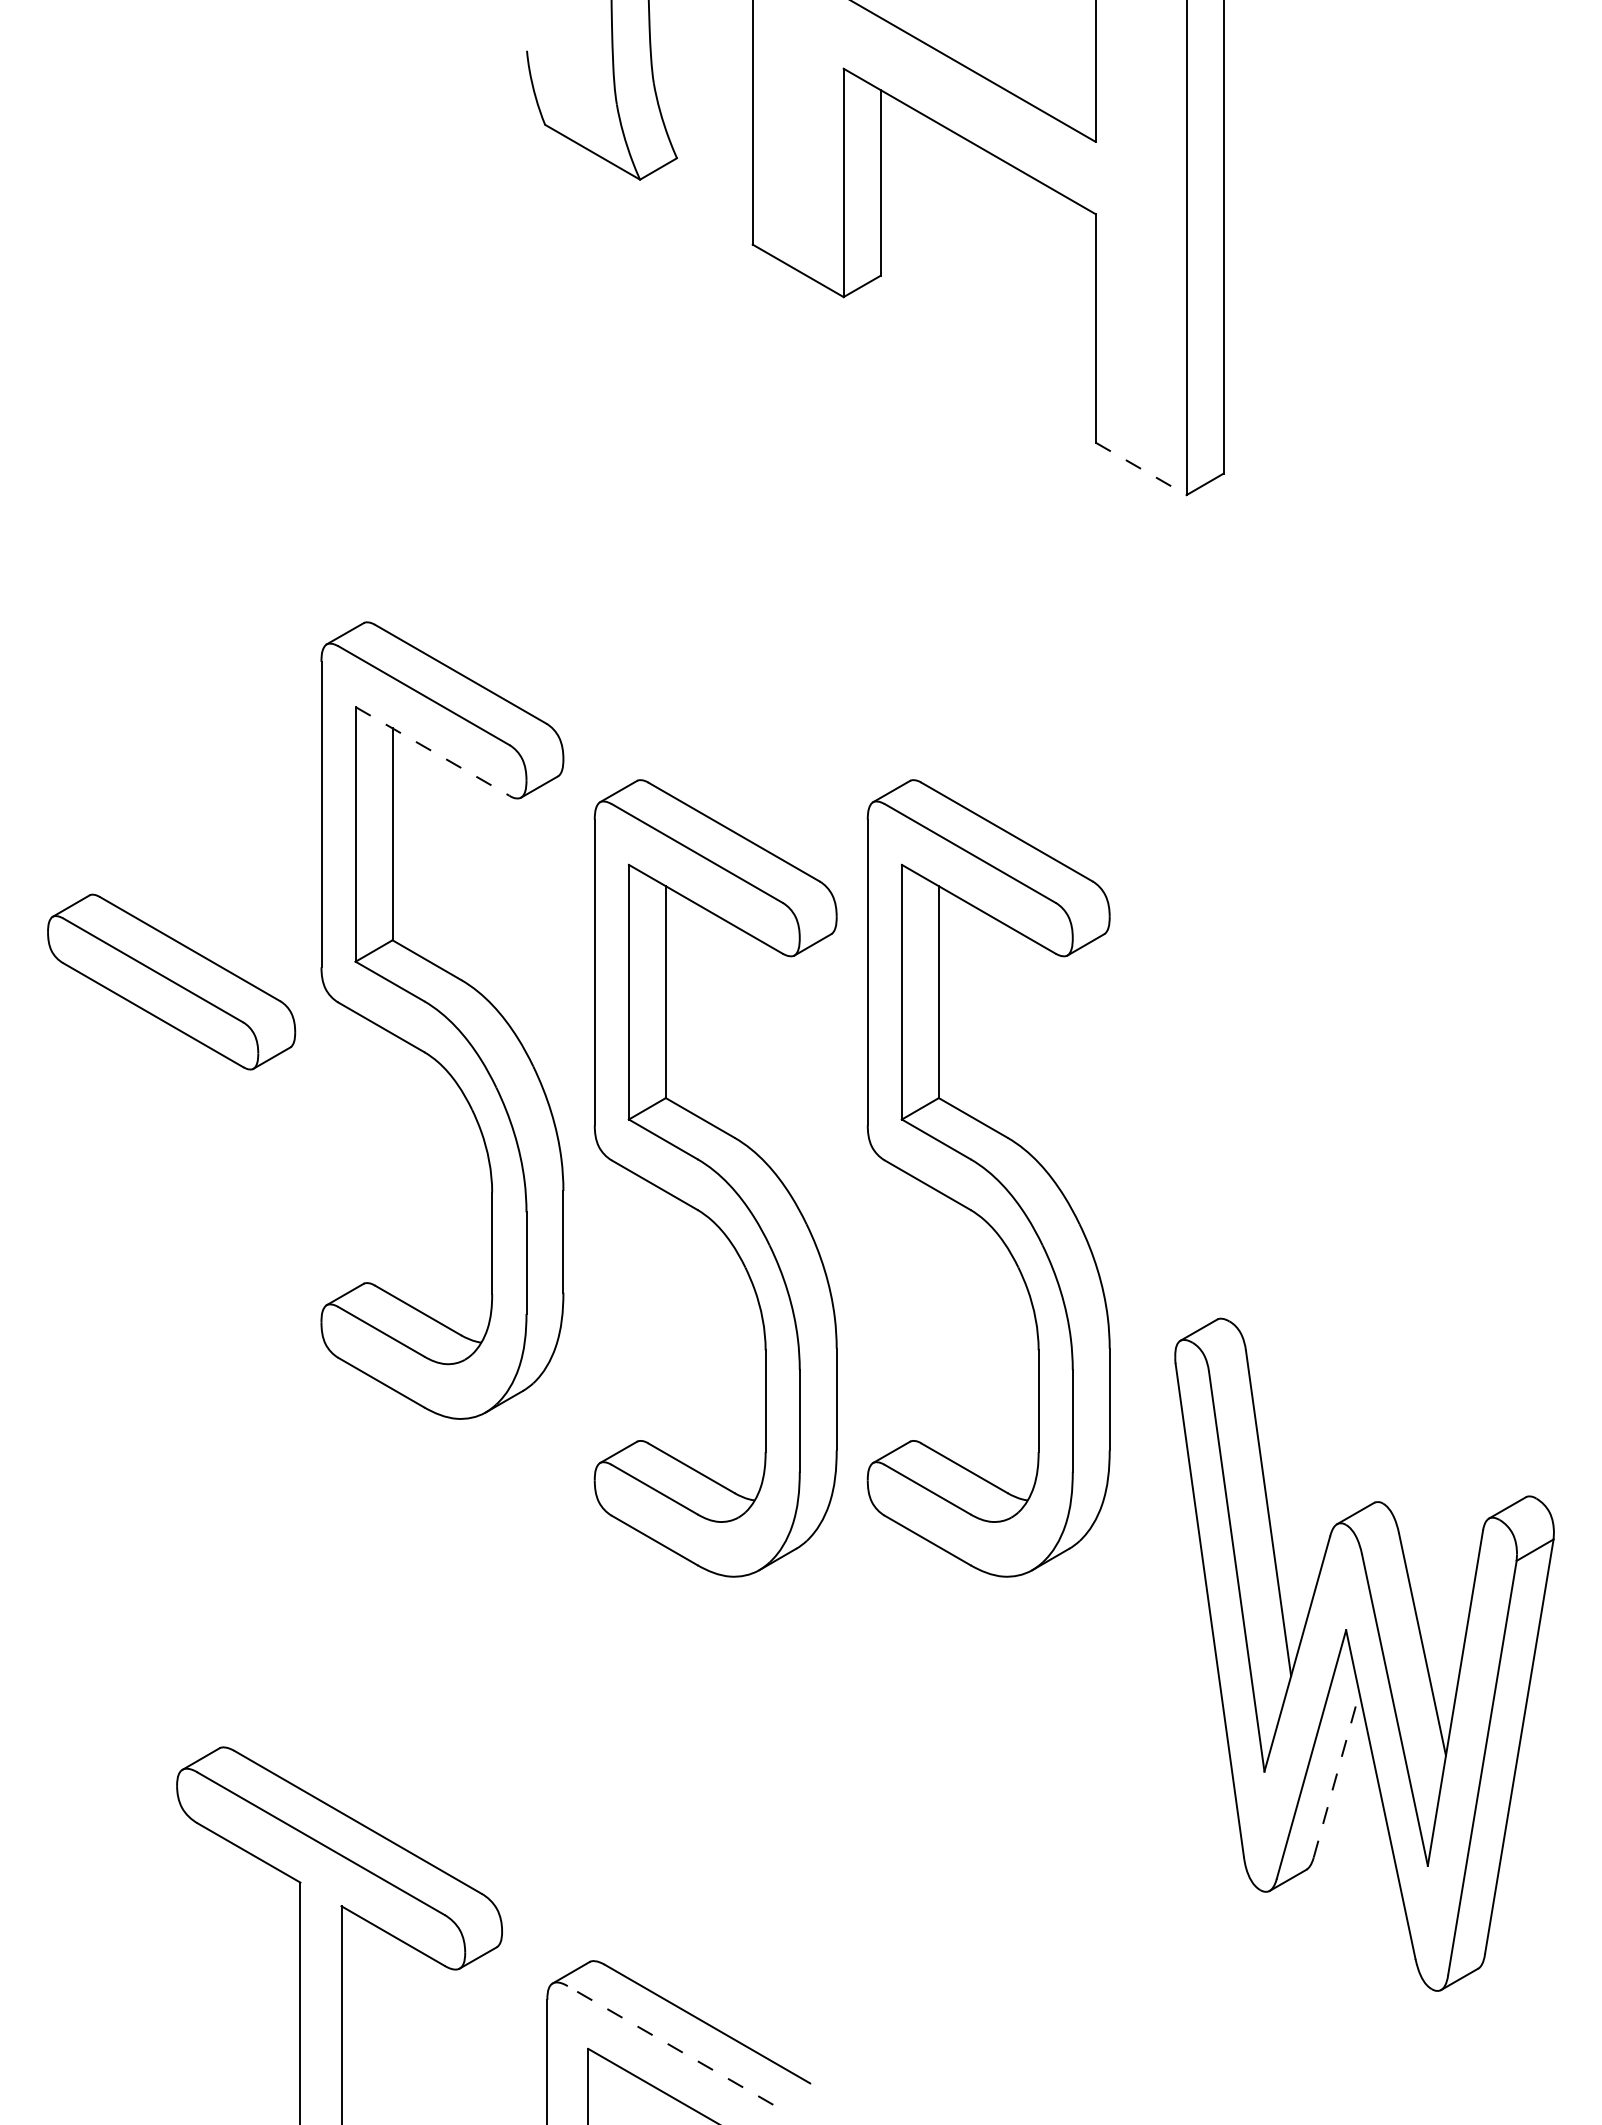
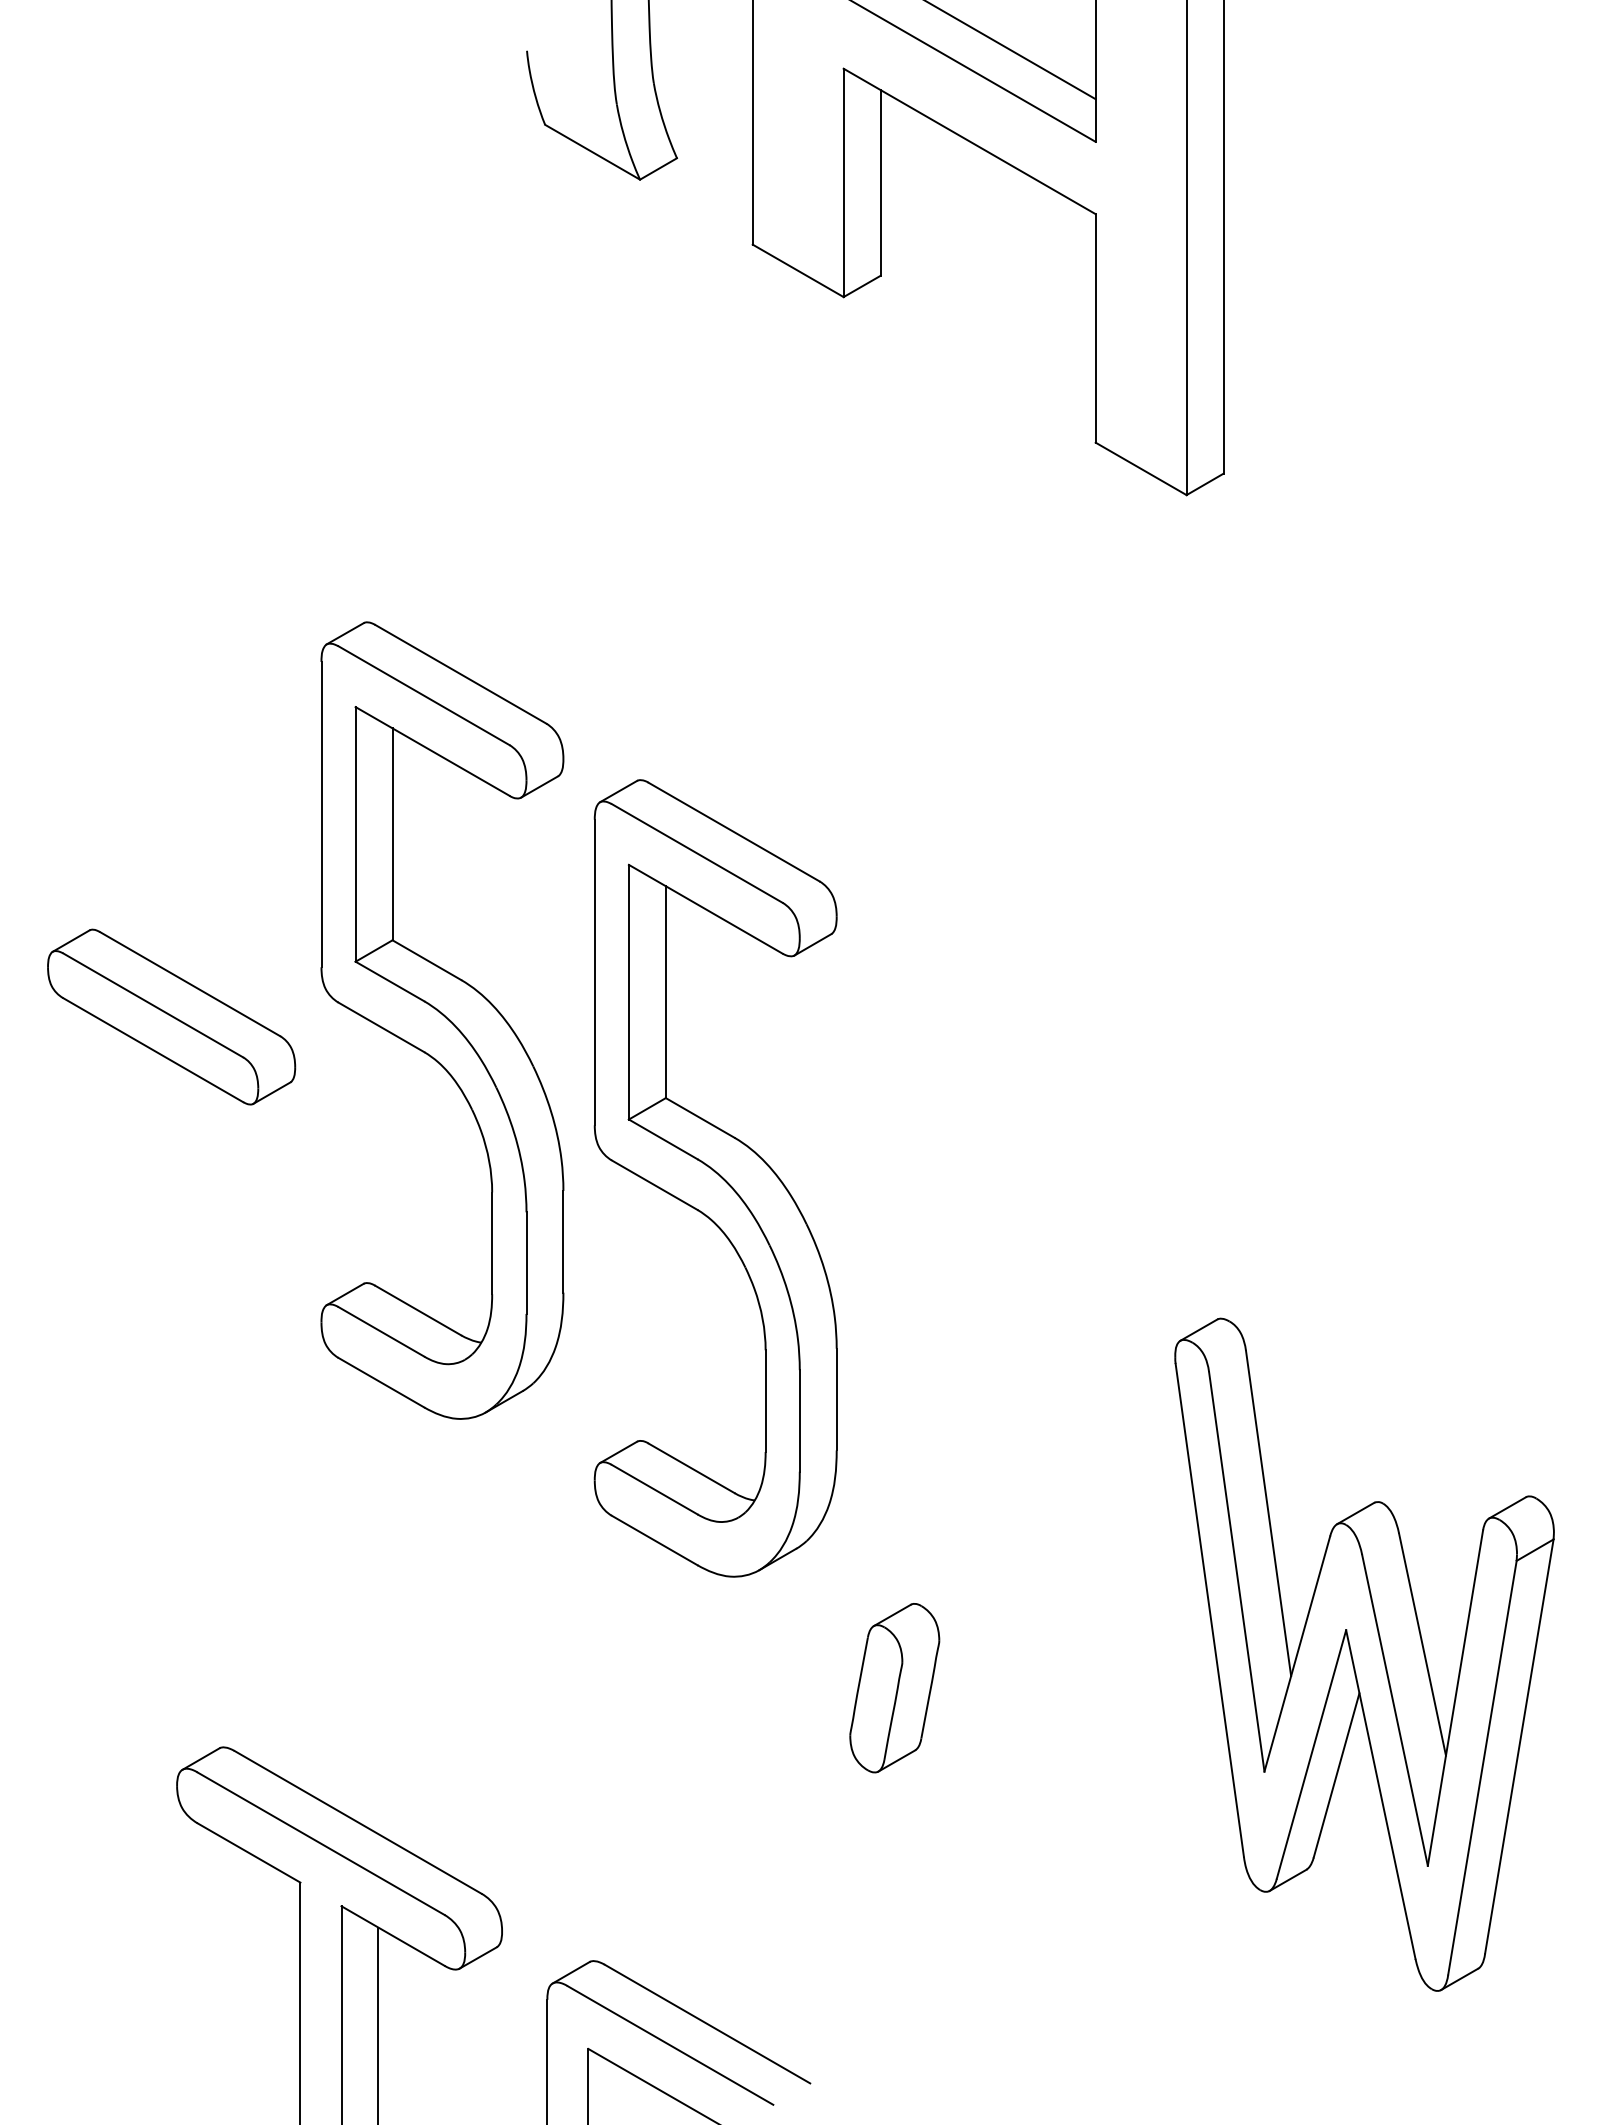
line at (1011, 50): none -> present
line at (1141, 469): dashed -> solid
line at (432, 751): dashed -> solid
part at (171, 981) position: (171, 981) -> (171, 1016)
part at (988, 1178): present -> none
part at (894, 1688): none -> present
line at (1336, 1774): dashed -> solid
line at (378, 2024): none -> present
line at (670, 2045): dashed -> solid
